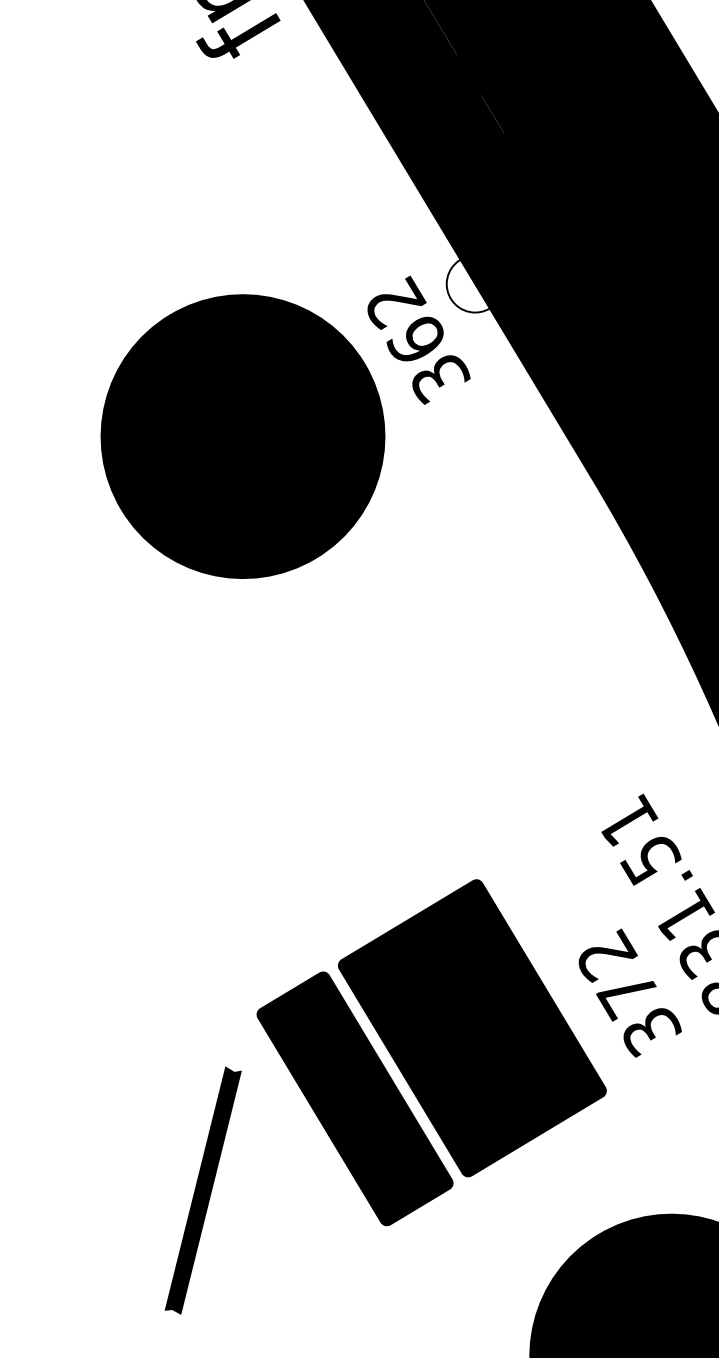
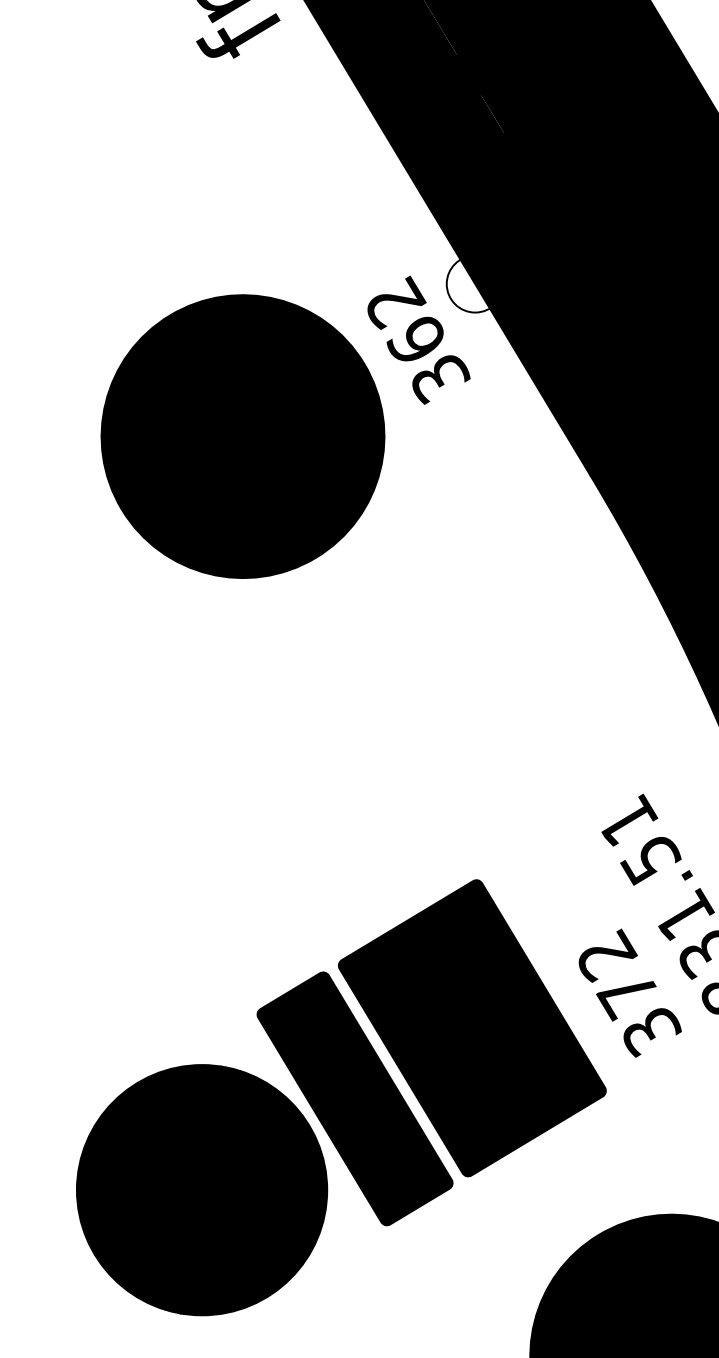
fill at (201, 1190): none -> present
fill at (202, 1190): none -> present
